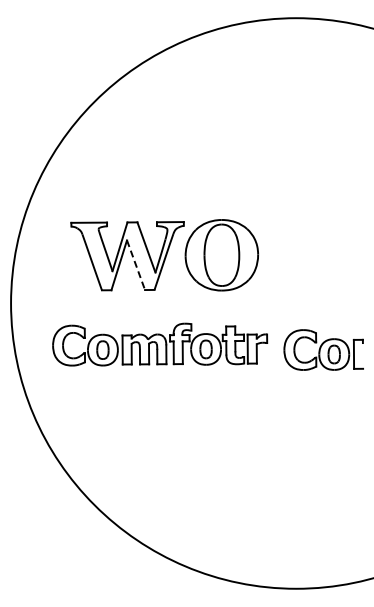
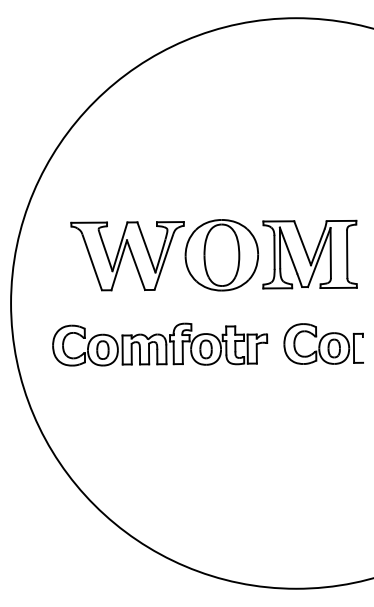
part at (309, 254): none -> present
line at (136, 265): dashed -> solid
part at (323, 349) position: (323, 349) -> (323, 343)
